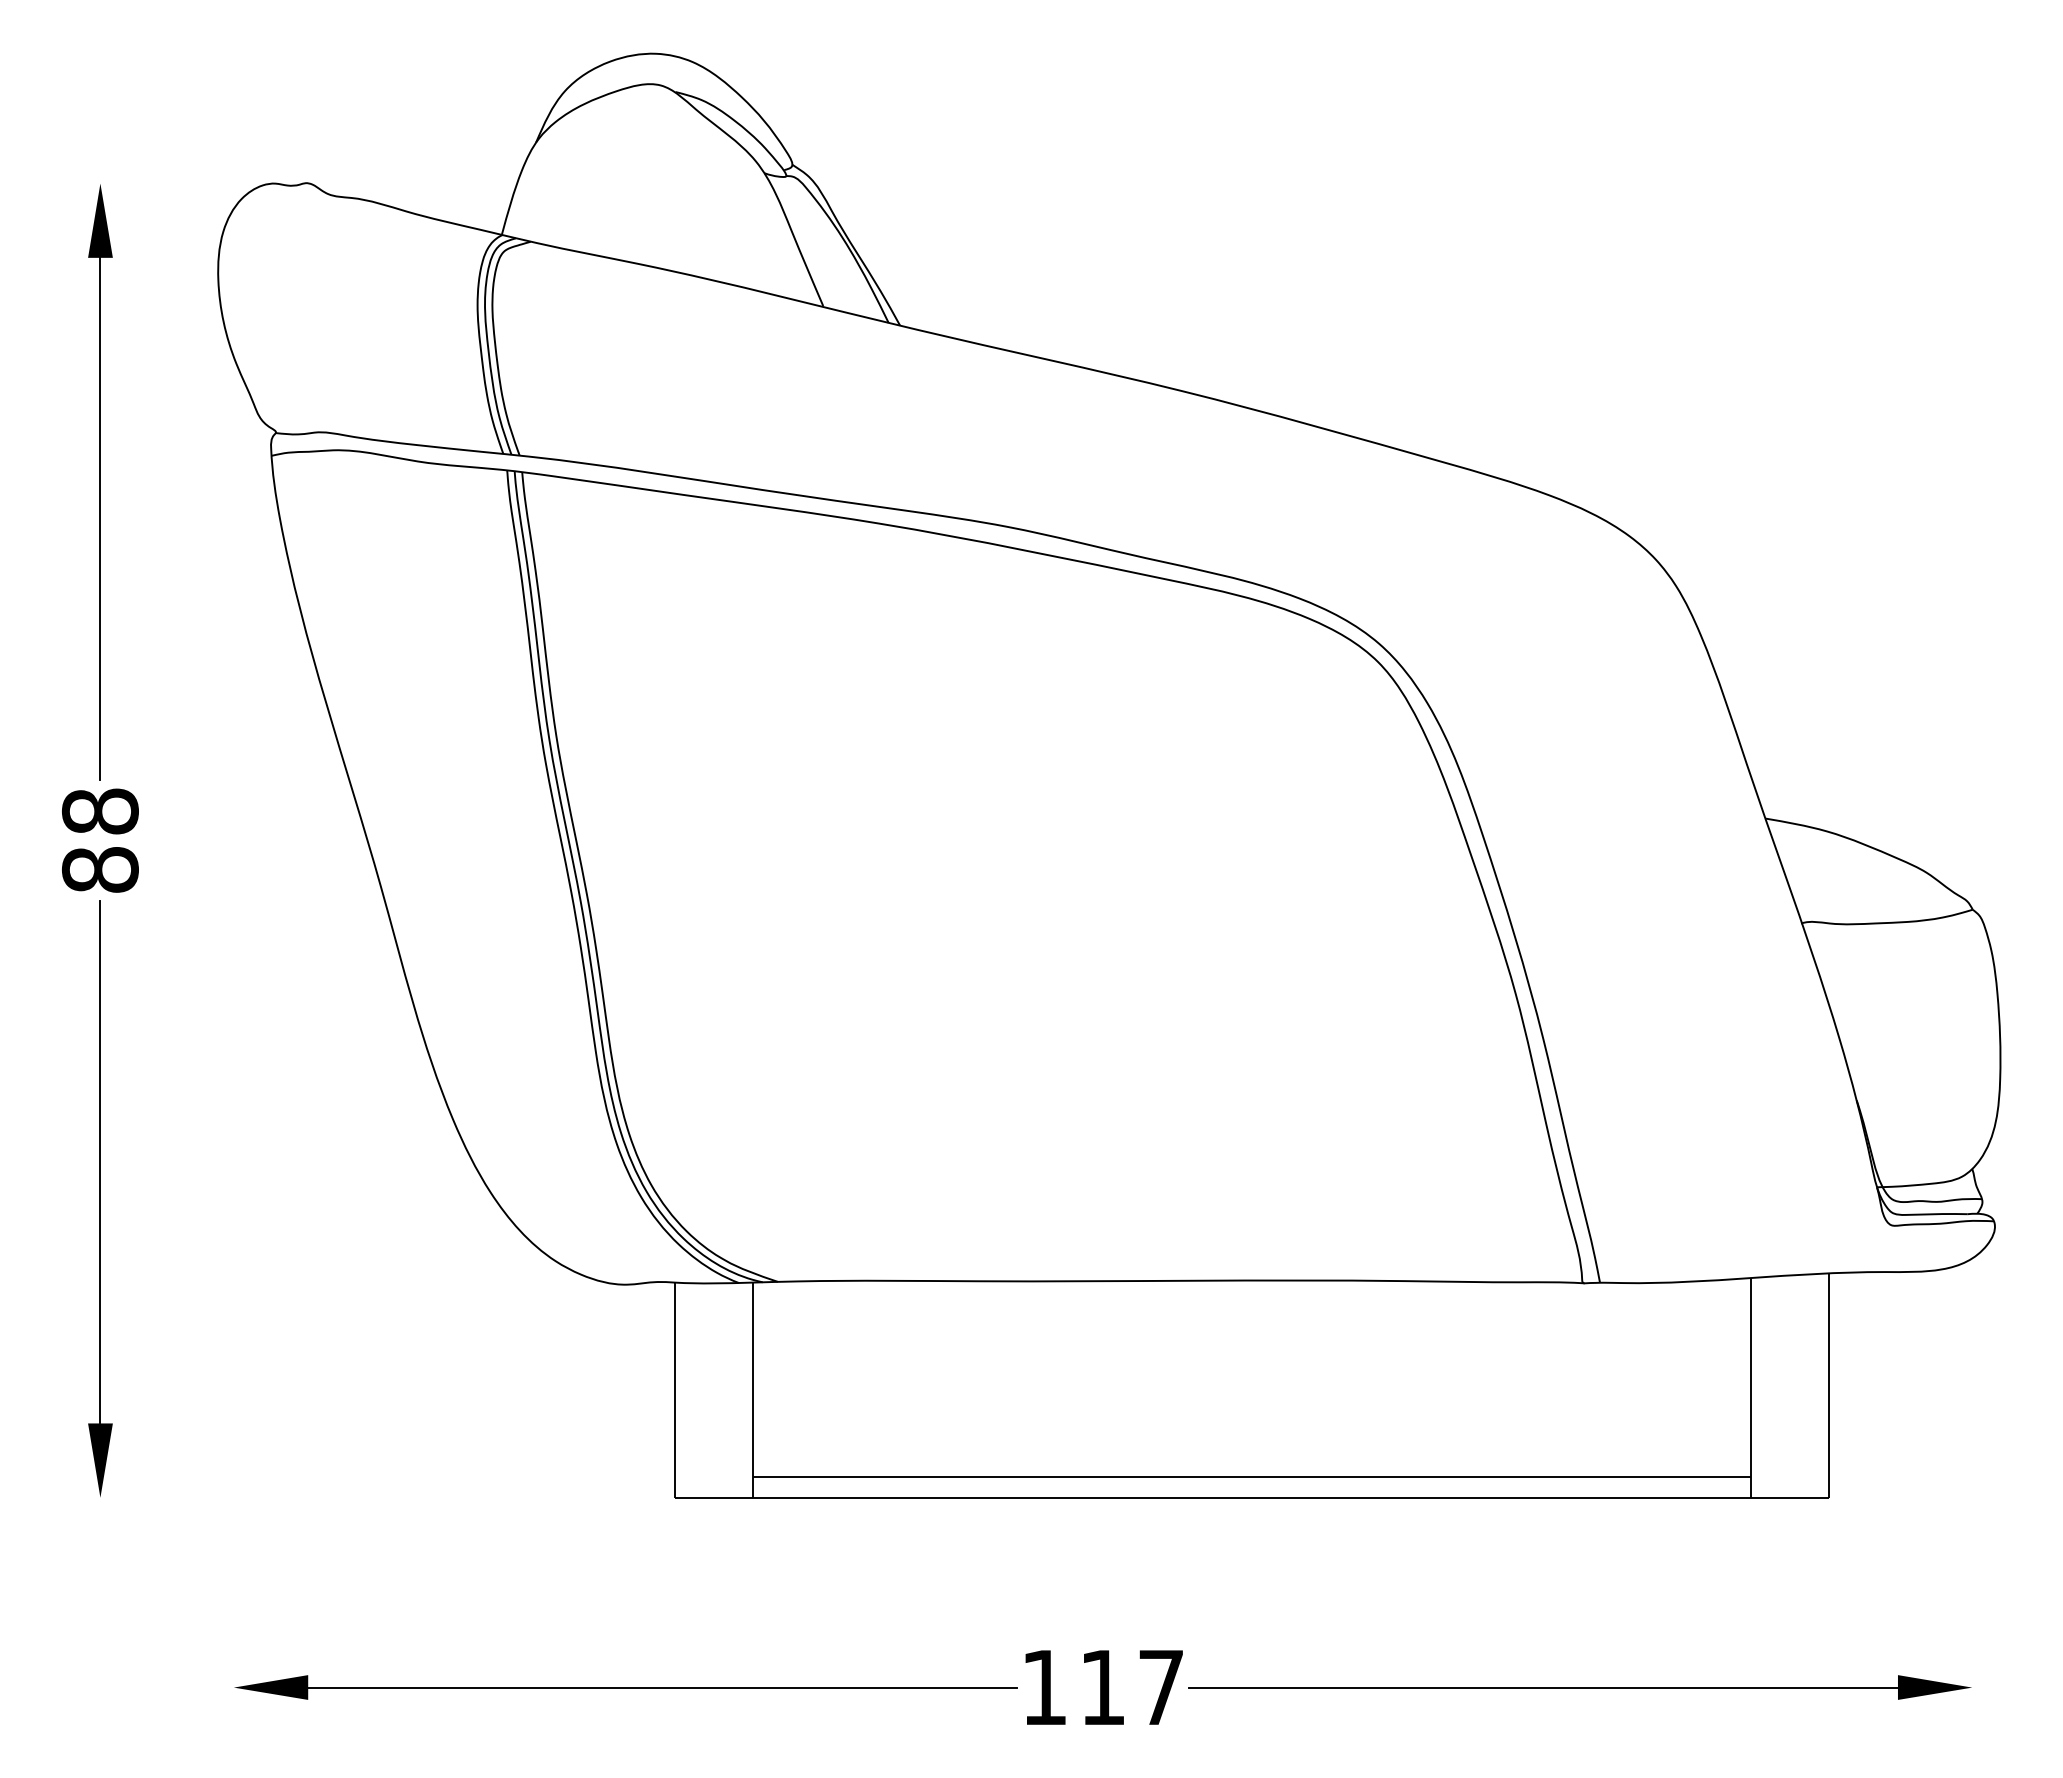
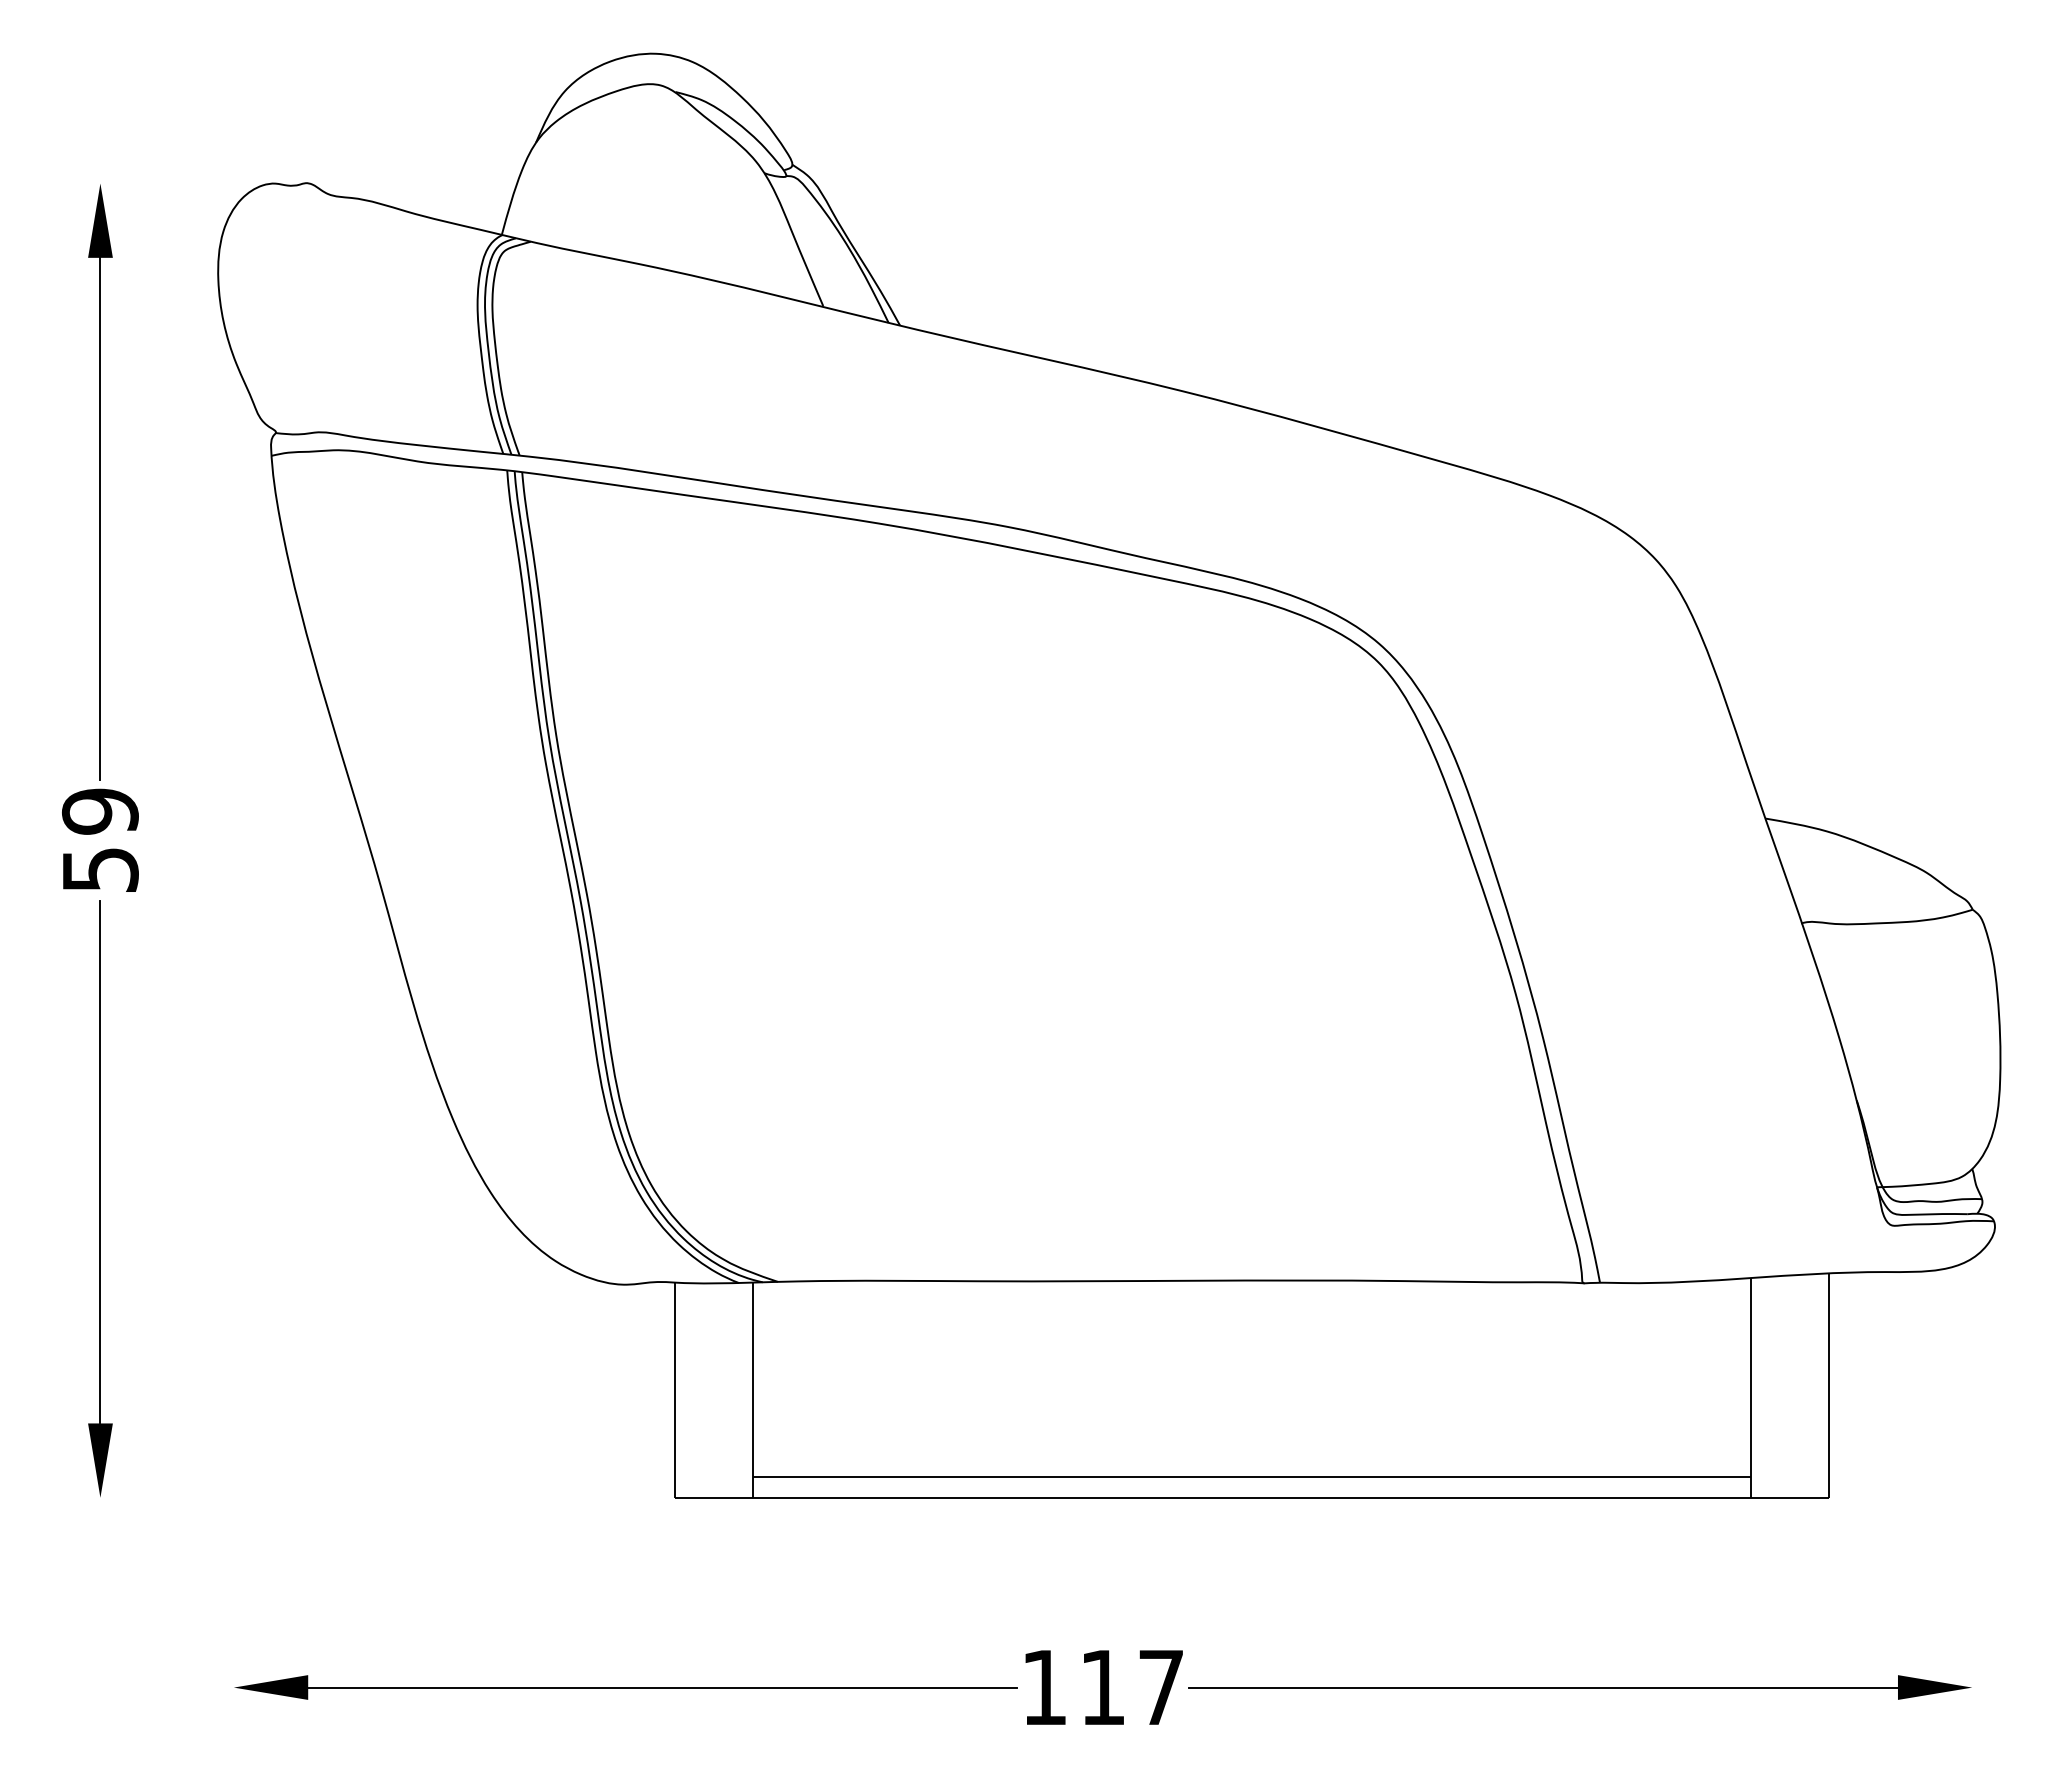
text at (100, 840): 88 -> 59
